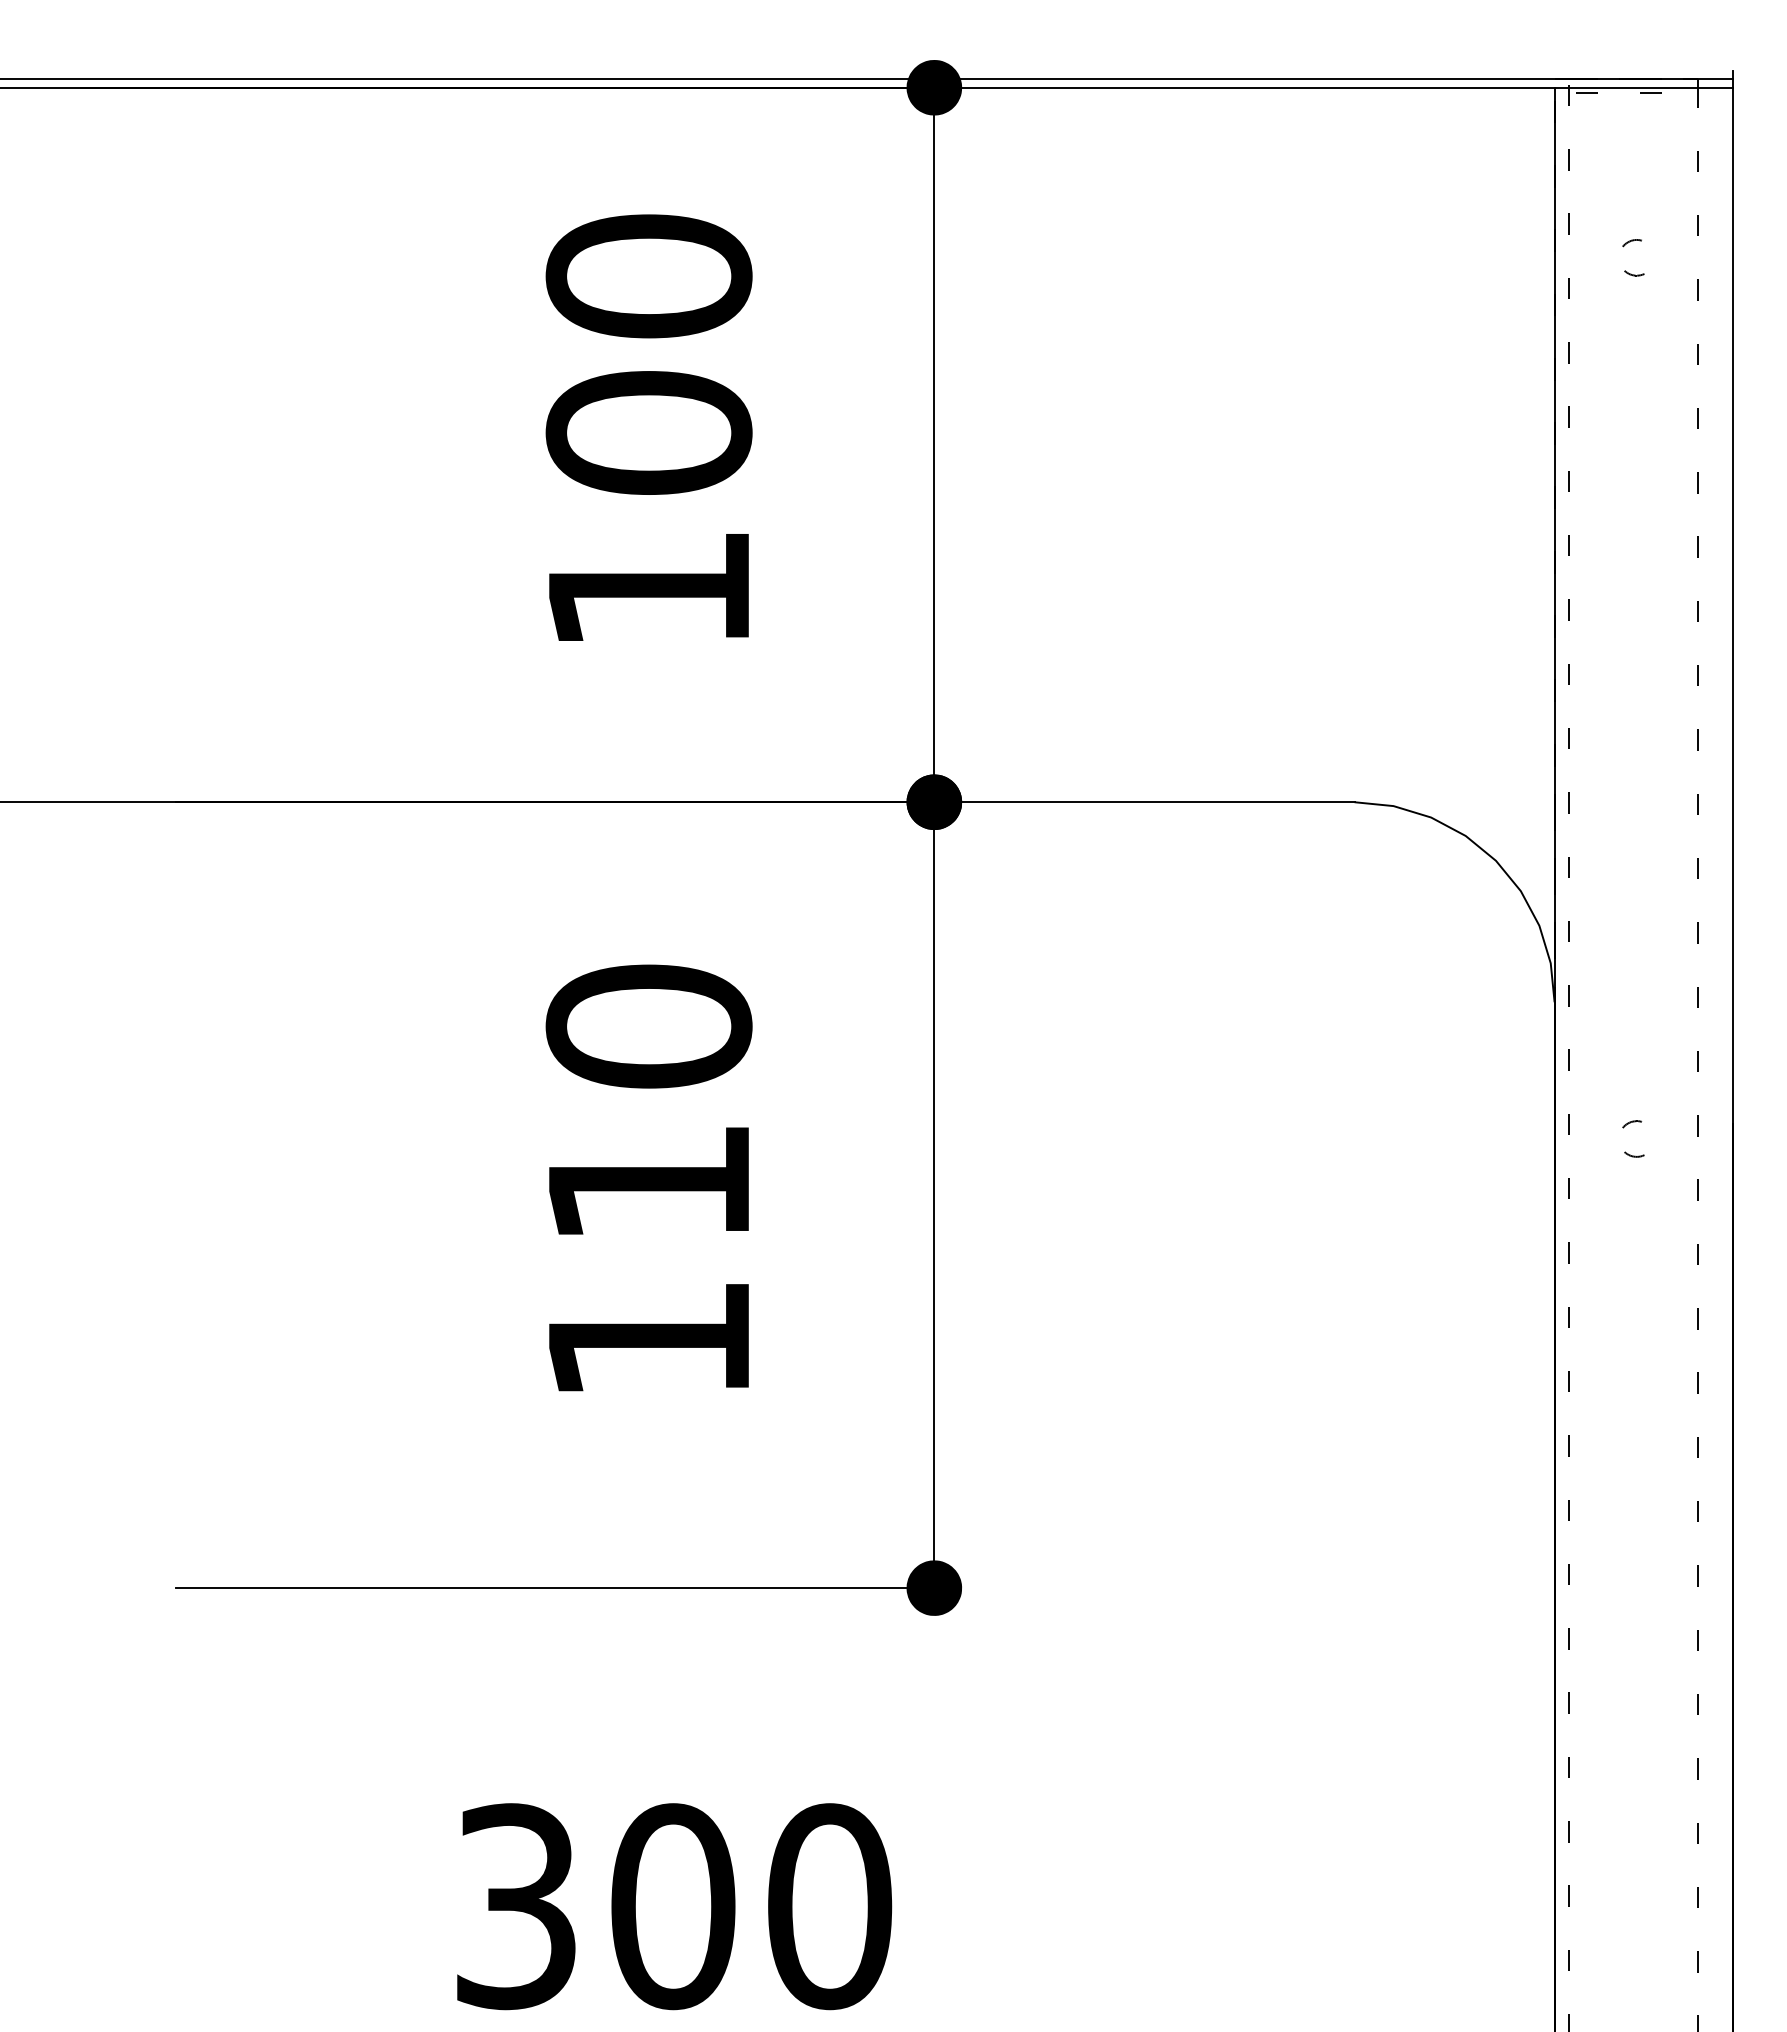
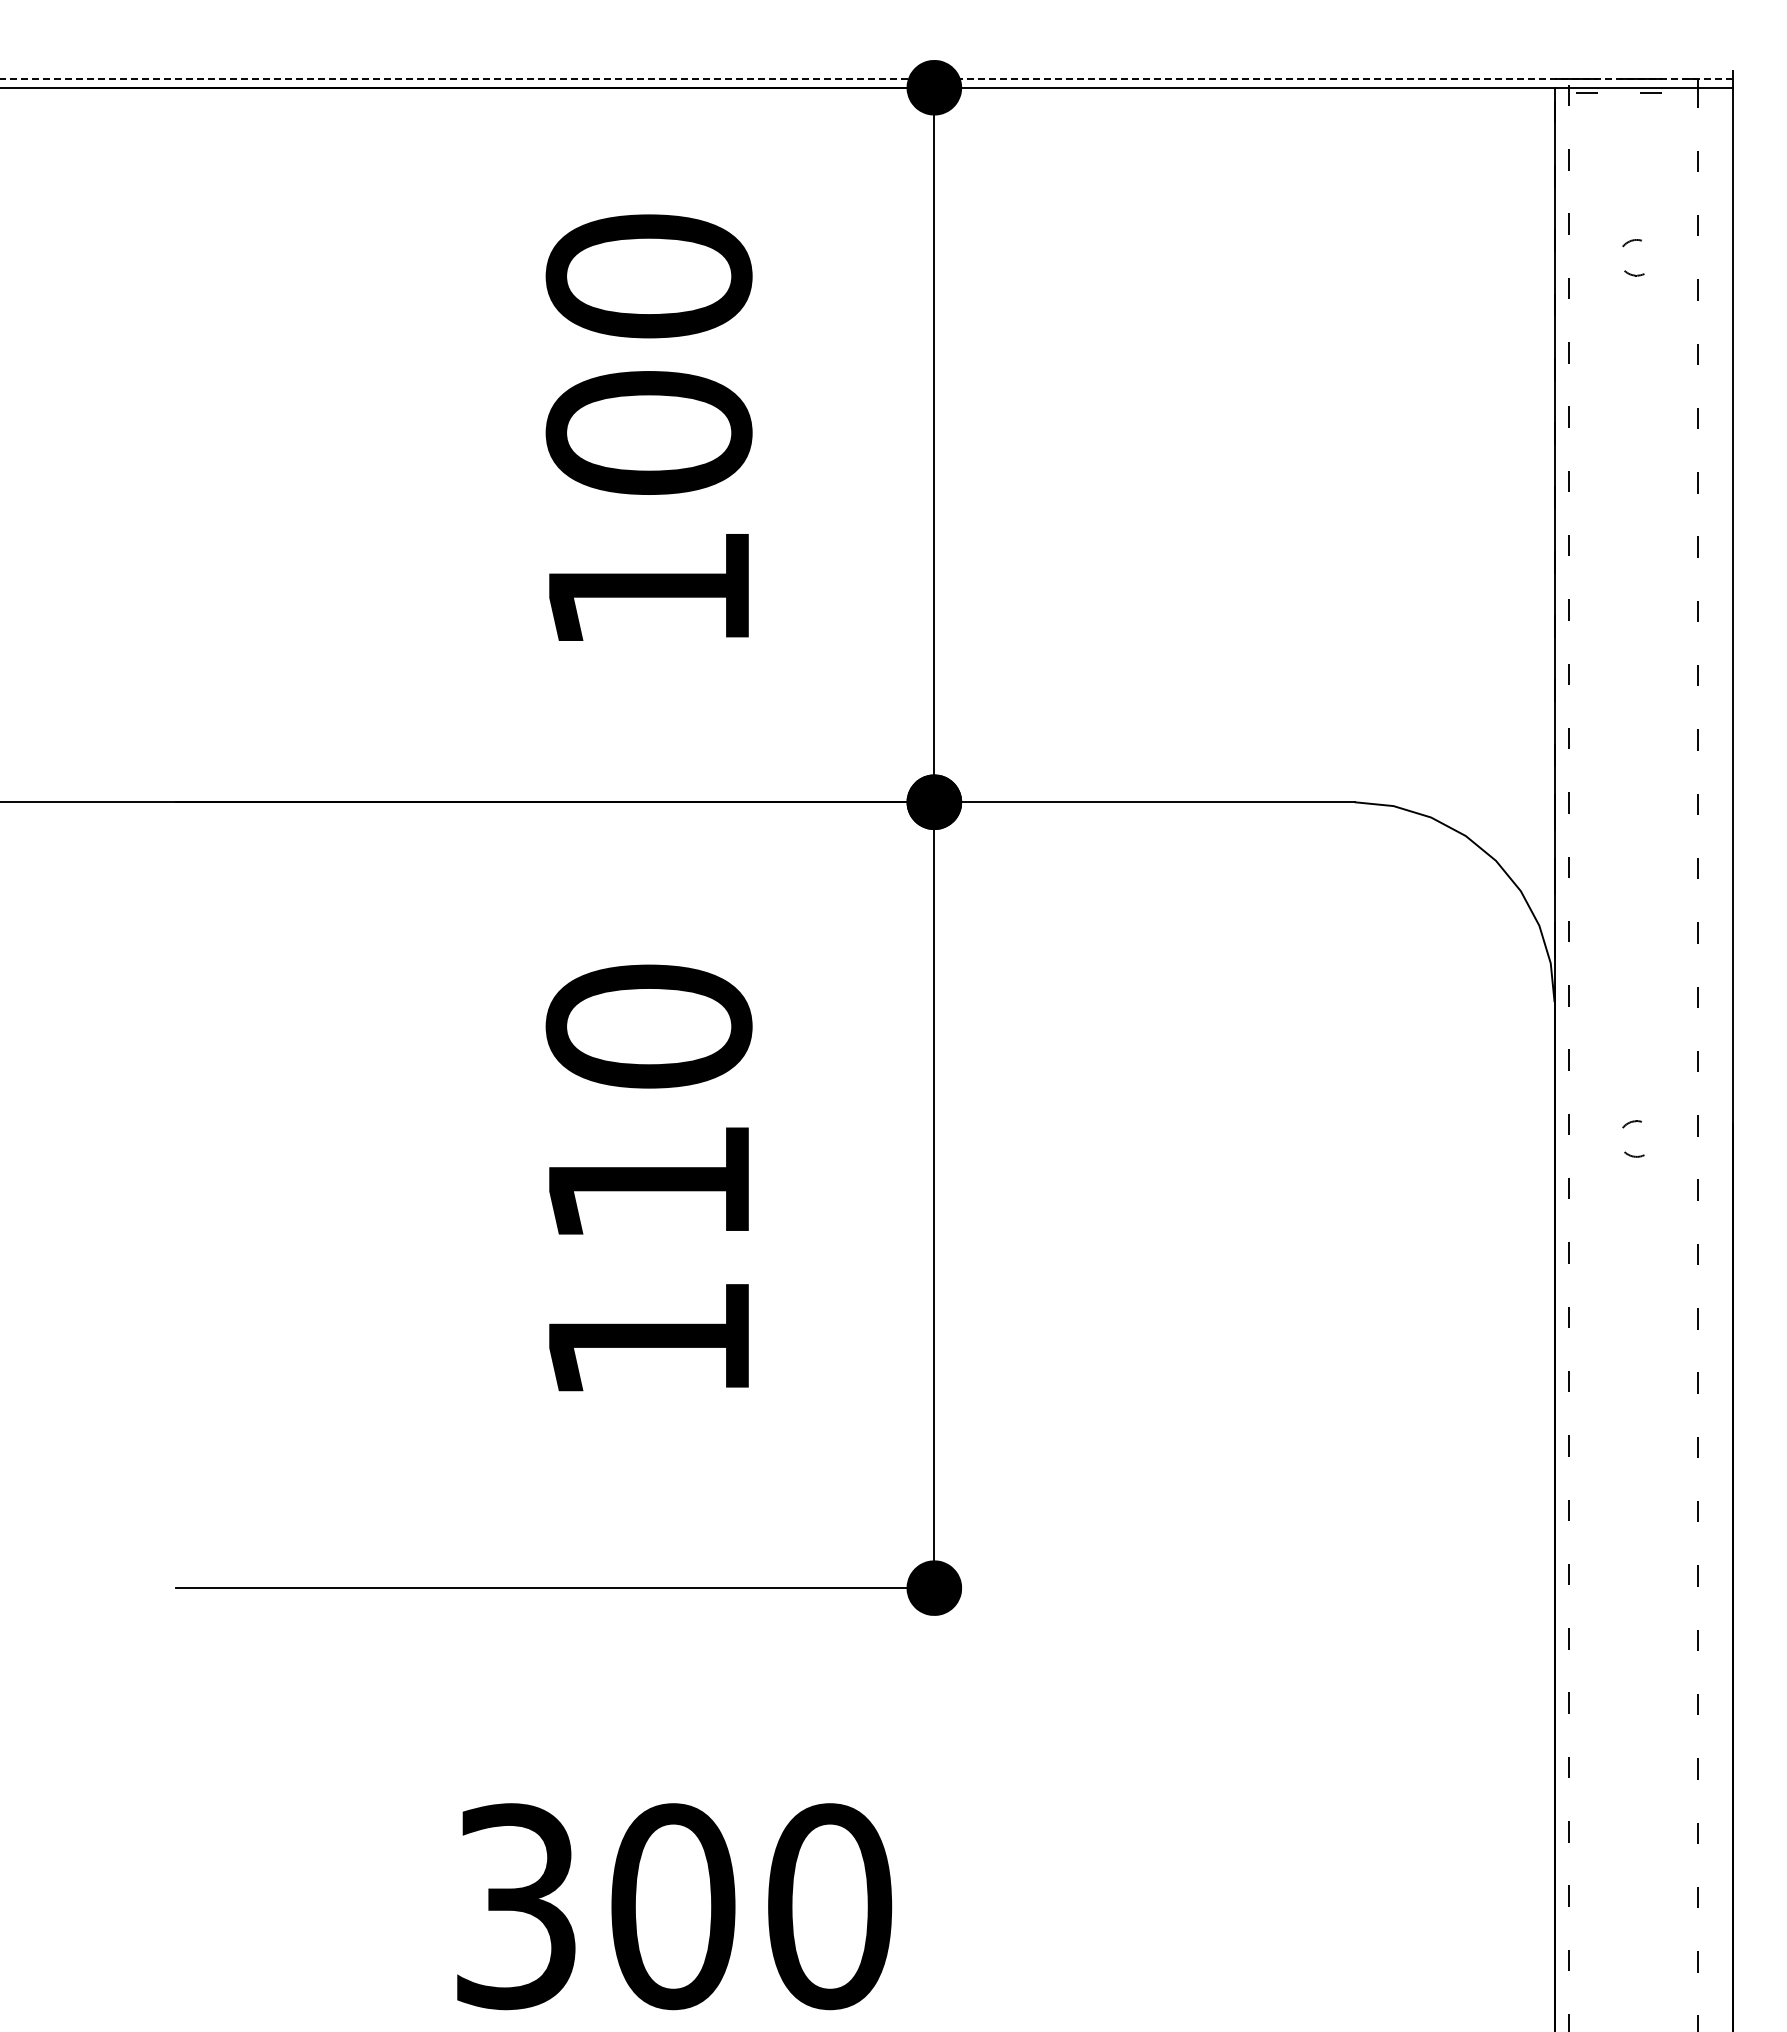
line at (866, 79): solid -> dashed
